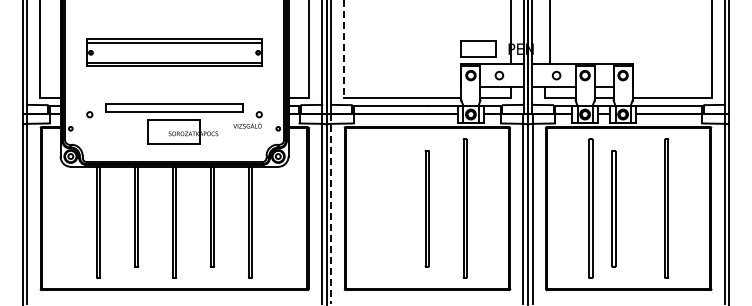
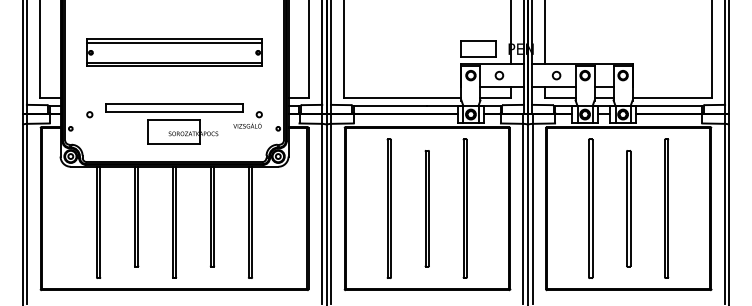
line at (550, 33) position: (550, 33) -> (545, 33)
line at (343, 49): dashed -> solid
part at (388, 208): none -> present
part at (613, 208) position: (613, 208) -> (628, 208)
line at (331, 209): dashed -> solid
